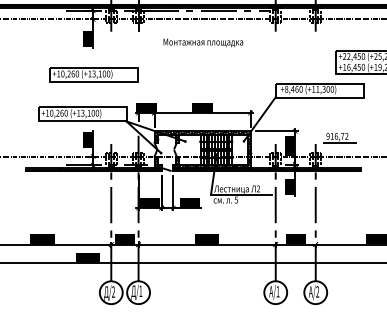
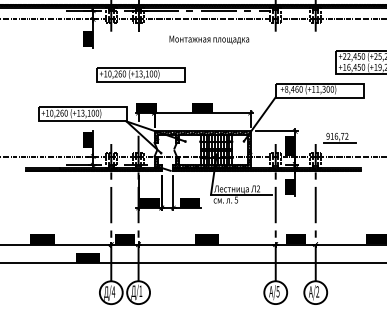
text at (203, 42) position: (203, 42) -> (209, 39)
part at (93, 74) position: (93, 74) -> (140, 74)
text at (113, 291): /2 -> /4
text at (277, 291): /1 -> /5
